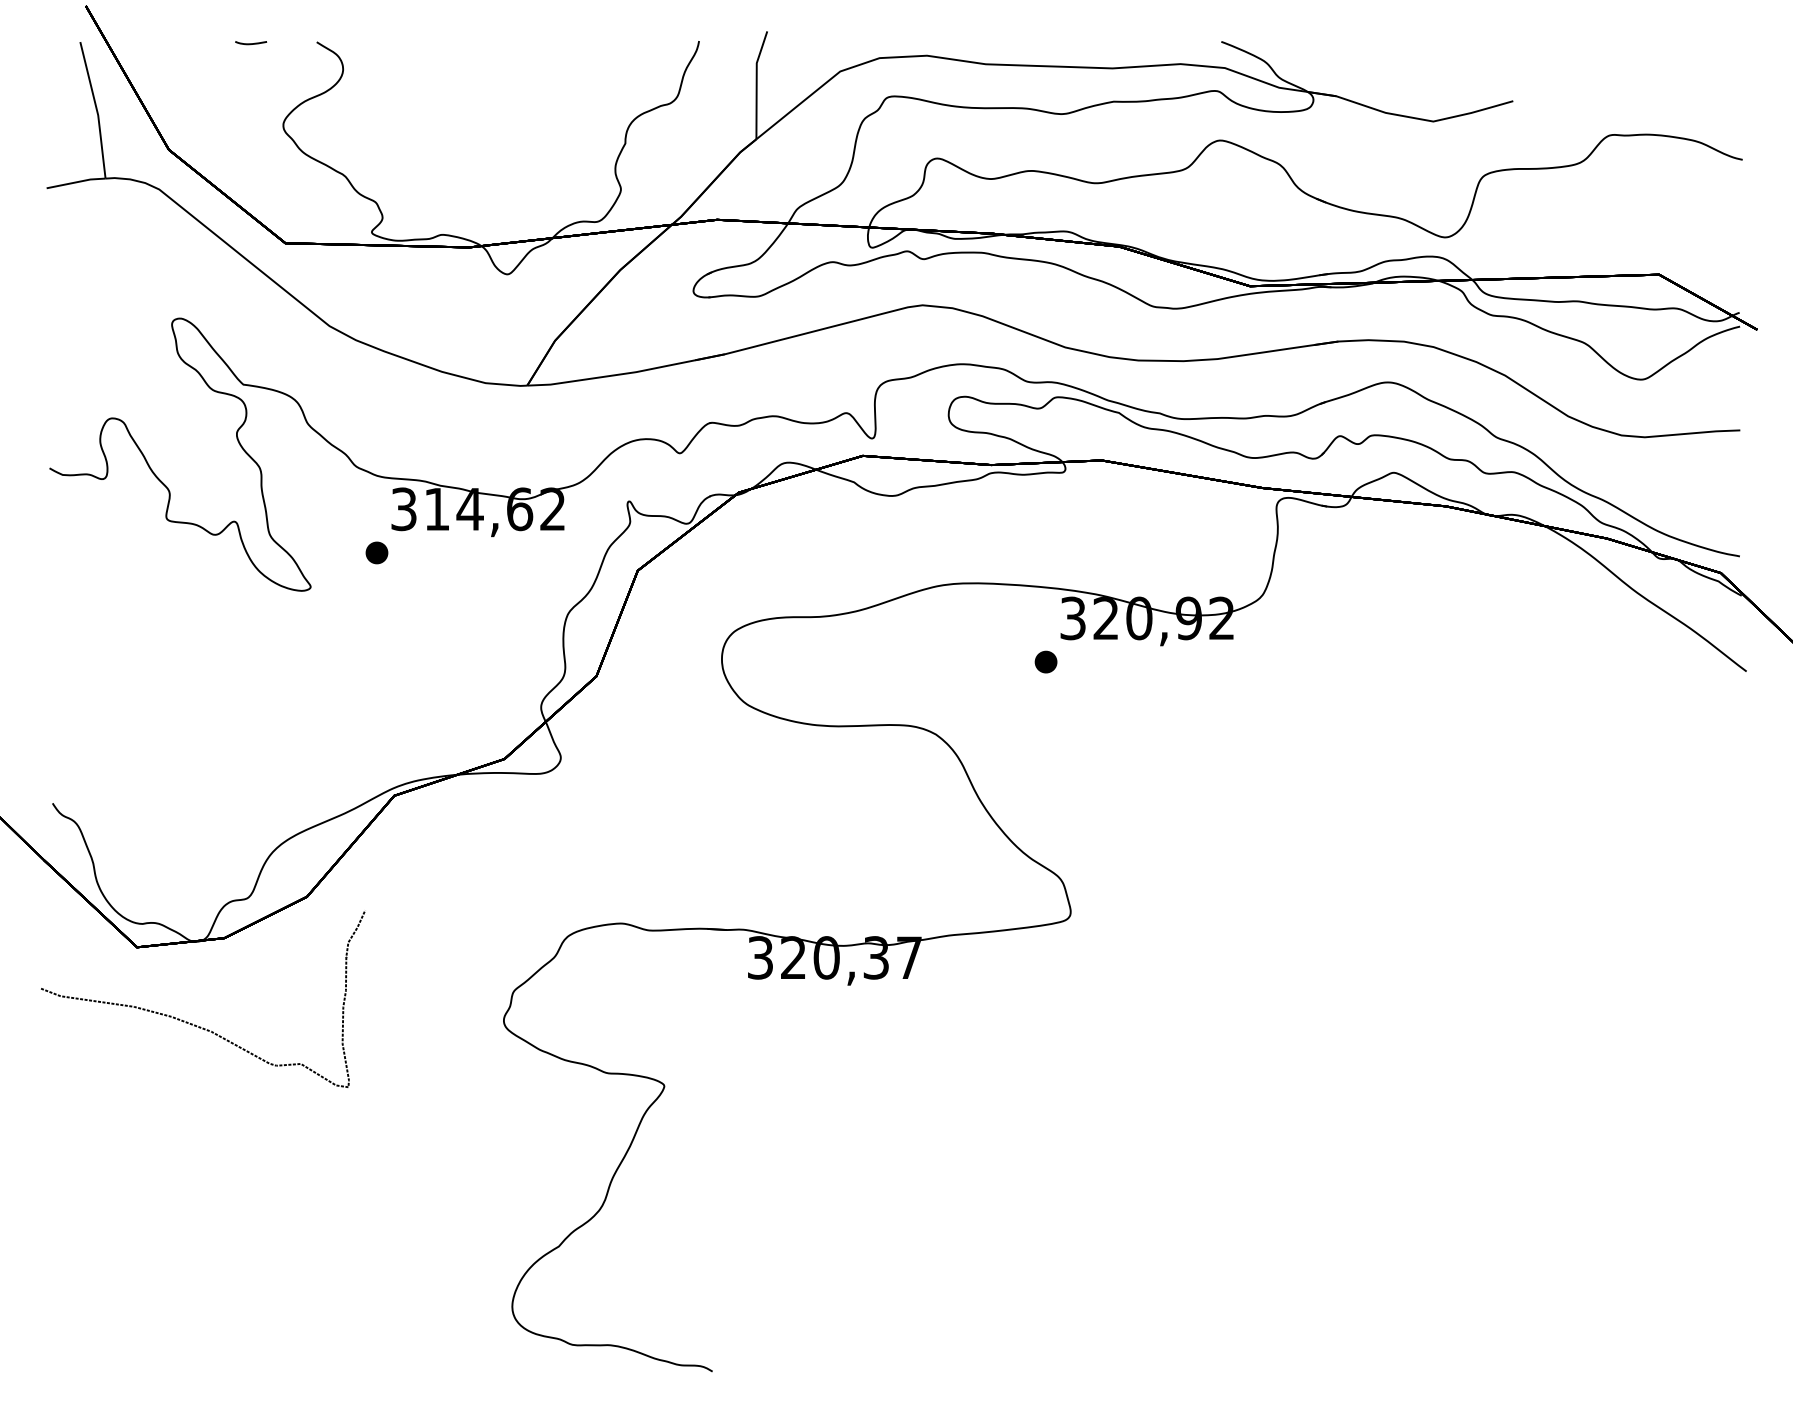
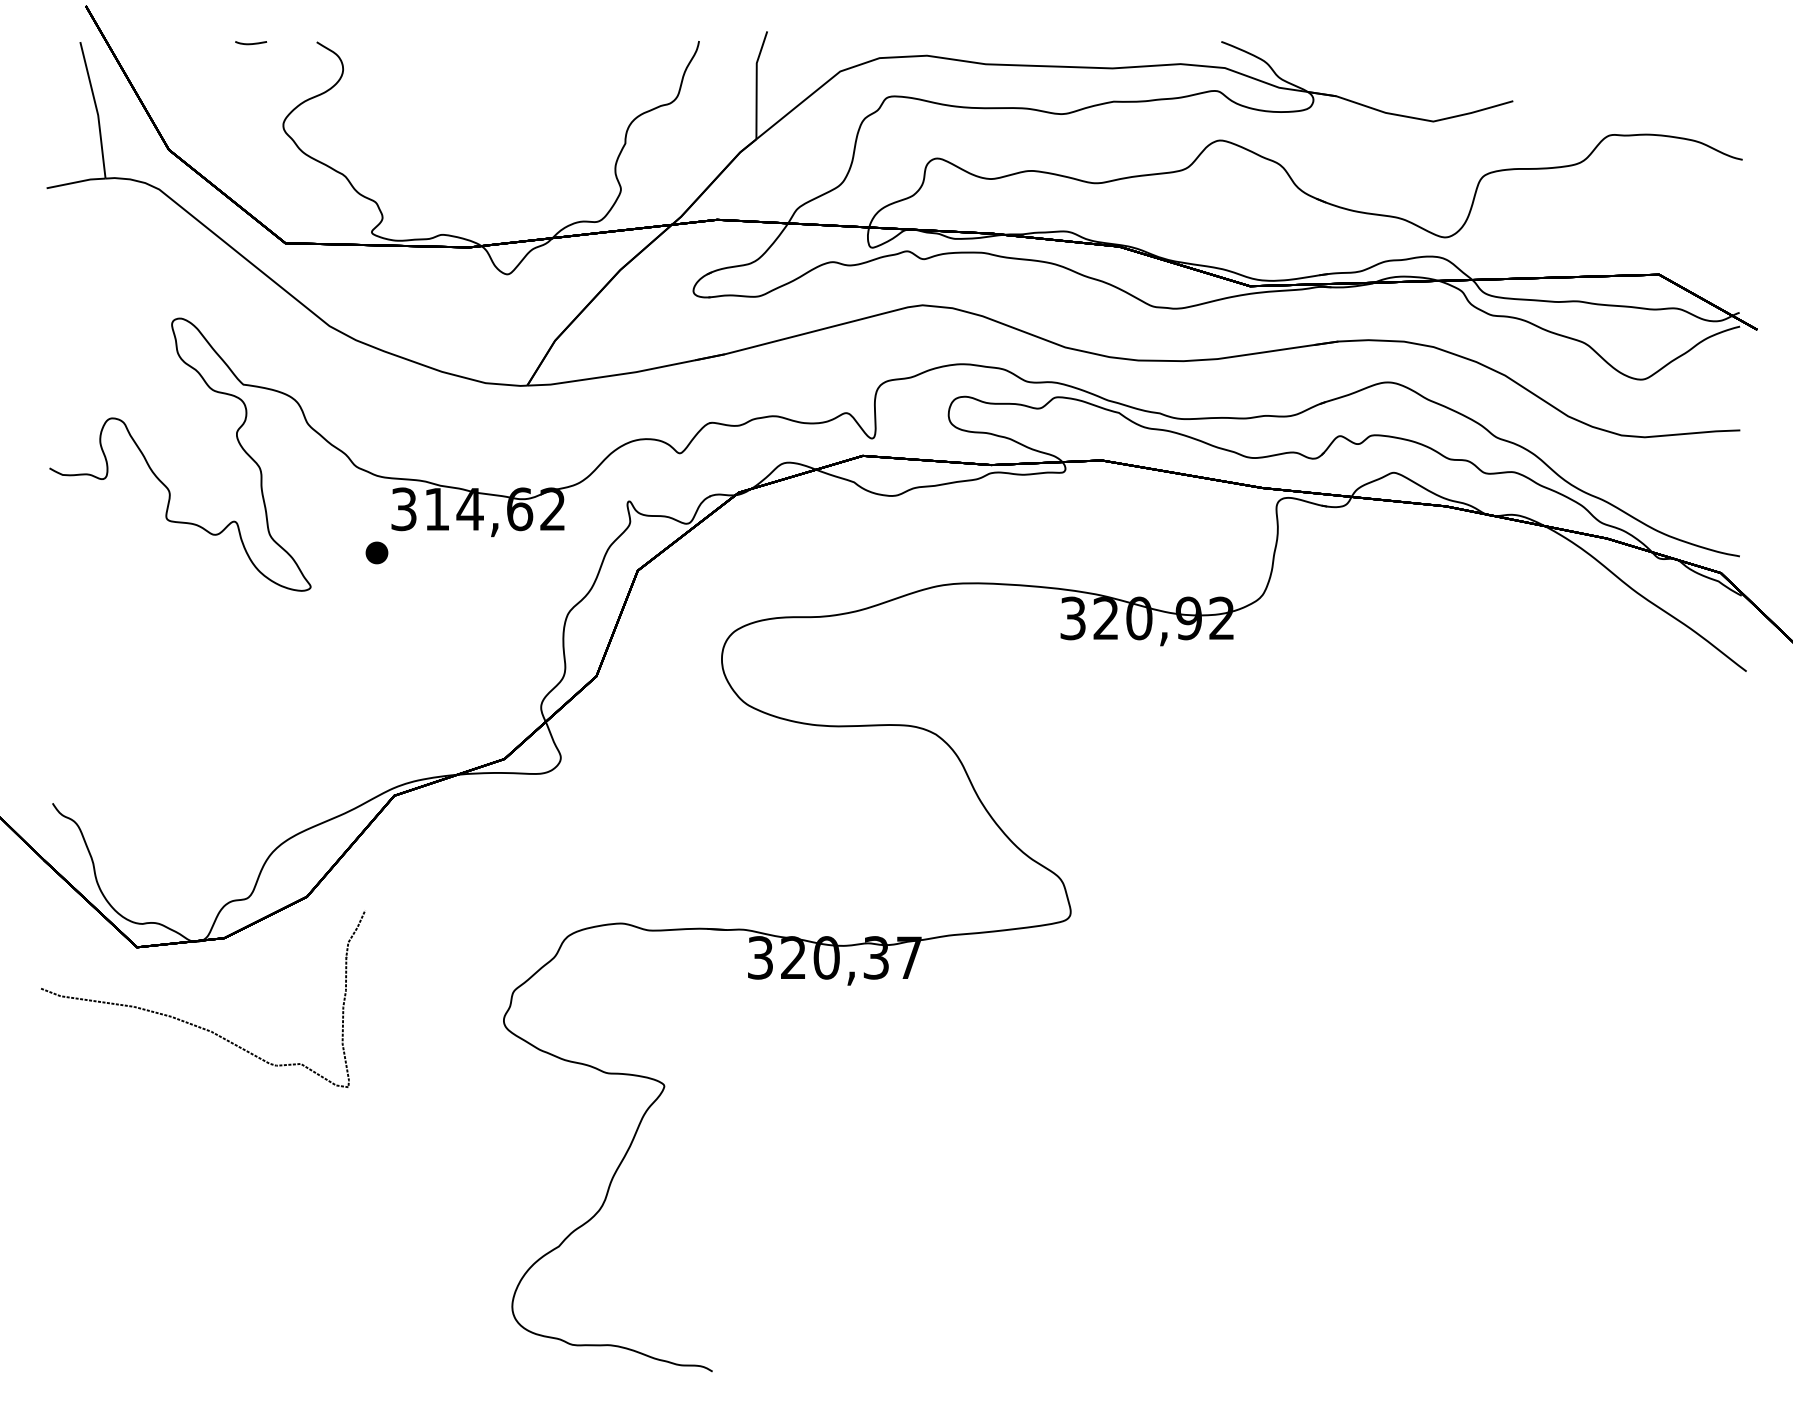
part at (1045, 661): present -> none
